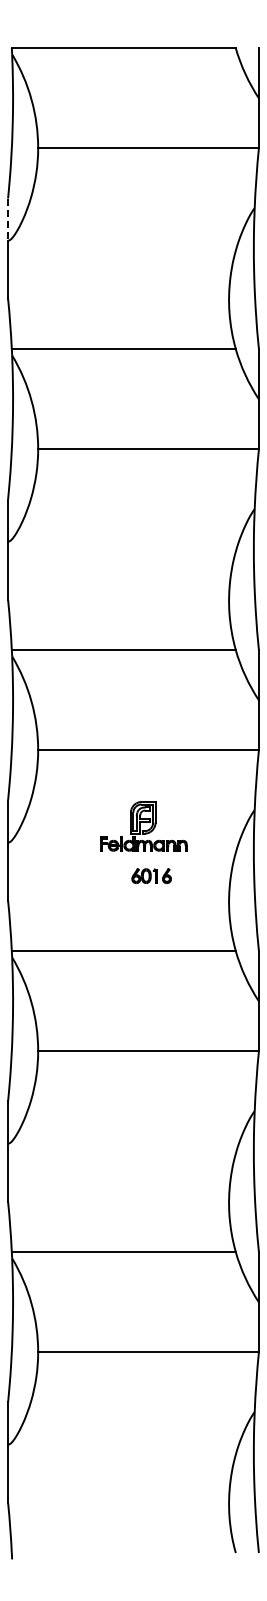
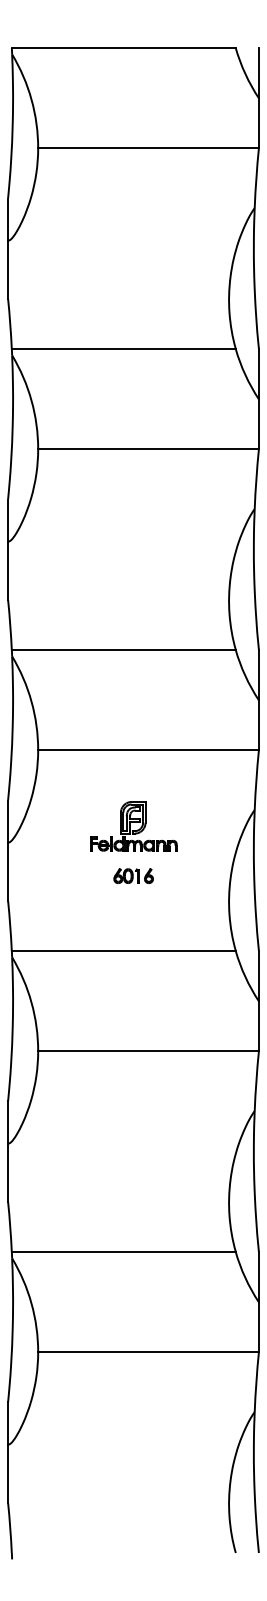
line at (8, 220): dashed -> solid
part at (143, 826) position: (143, 826) -> (133, 826)
part at (151, 875) position: (151, 875) -> (133, 875)
